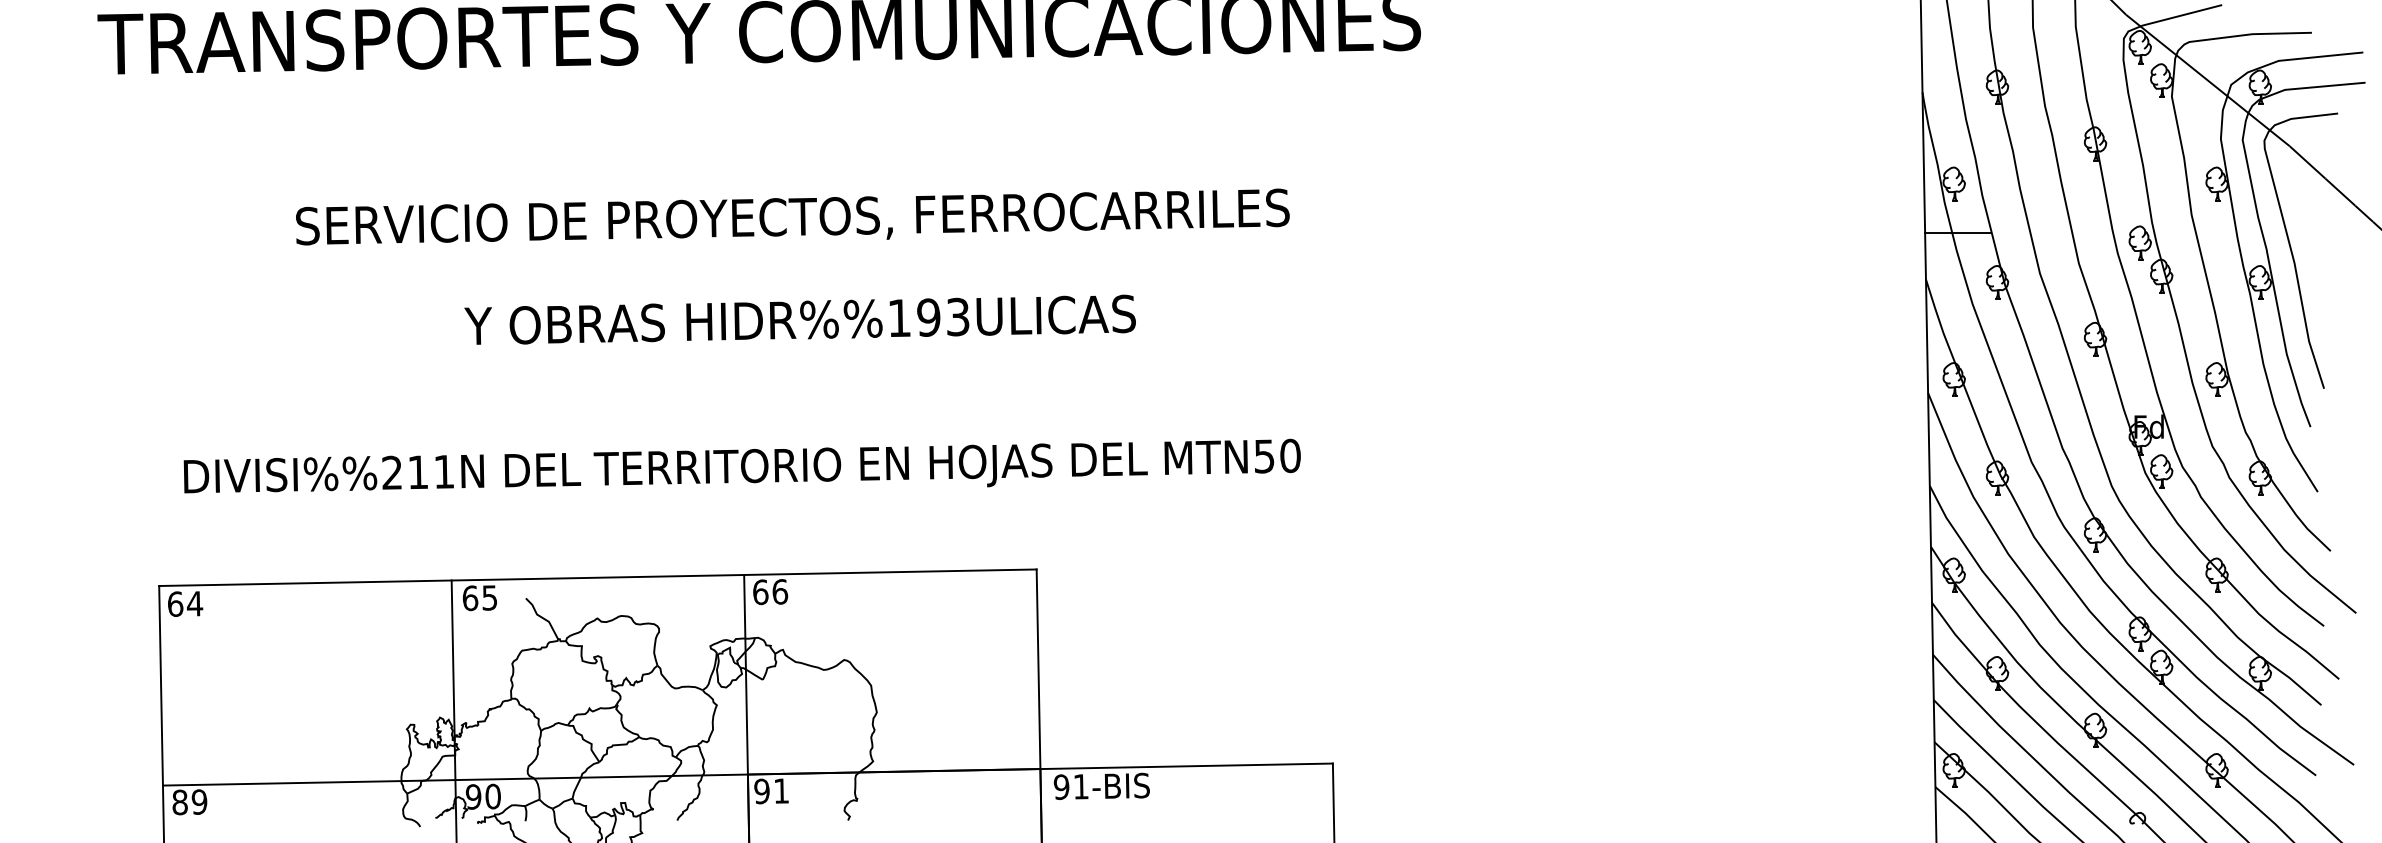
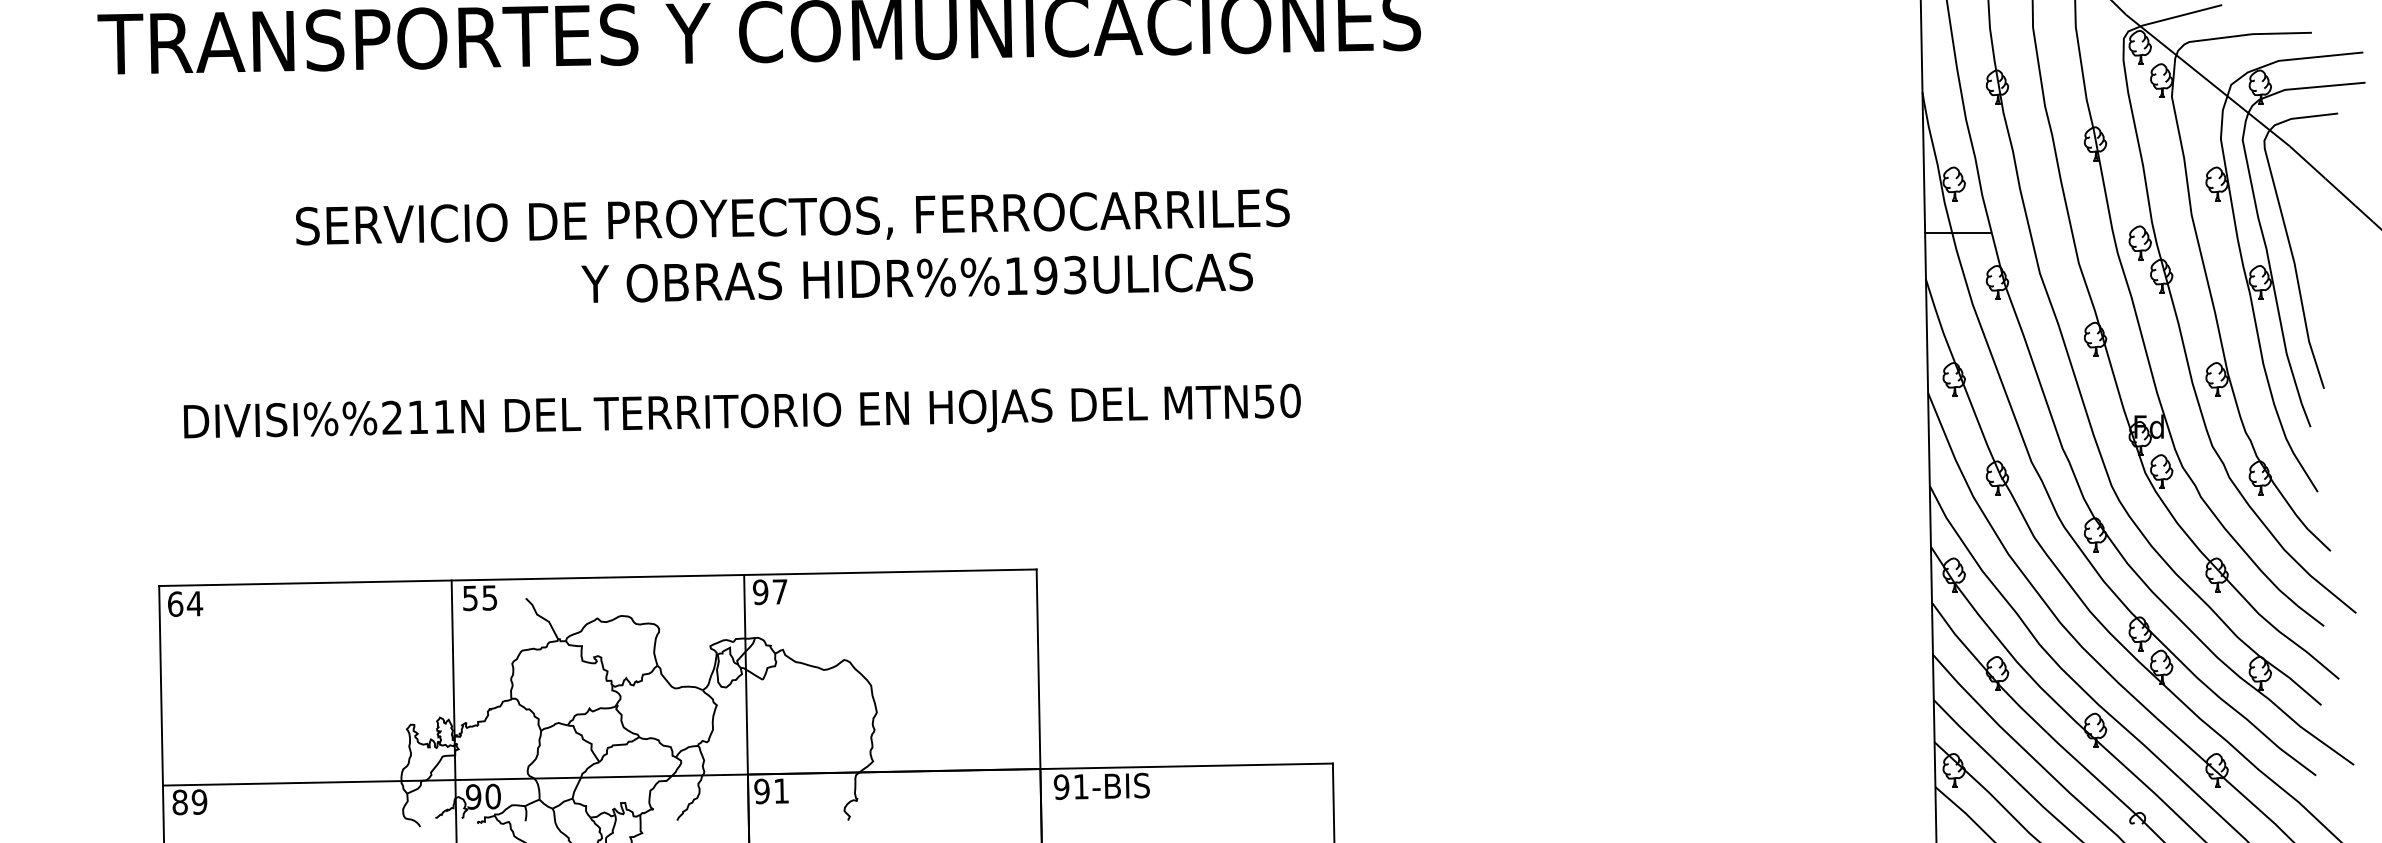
text at (799, 319) position: (799, 319) -> (916, 277)
text at (741, 465) position: (741, 465) -> (741, 410)
text at (770, 592): 66 -> 97
text at (470, 598): 65 -> 55
